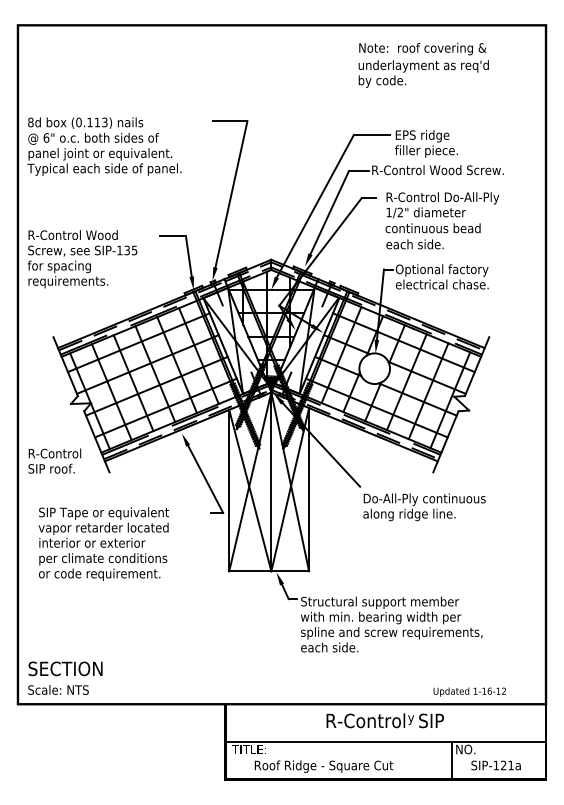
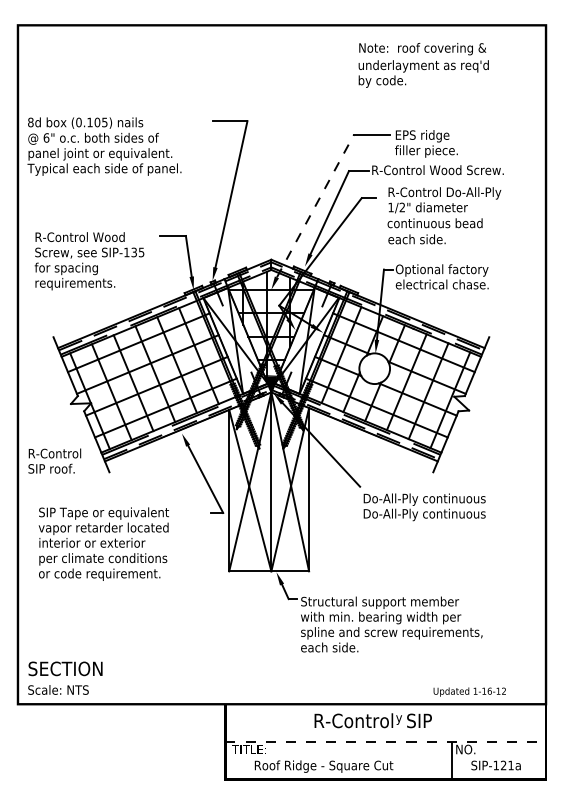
text at (100, 122): (0.113) -> (0.105)
line at (315, 206): solid -> dashed
text at (442, 220) position: (442, 220) -> (444, 215)
text at (82, 259) position: (82, 259) -> (89, 261)
text at (424, 514): along ridge line. -> Do-All-Ply continuous
text at (384, 720) position: (384, 720) -> (372, 720)
line at (386, 741): solid -> dashed
